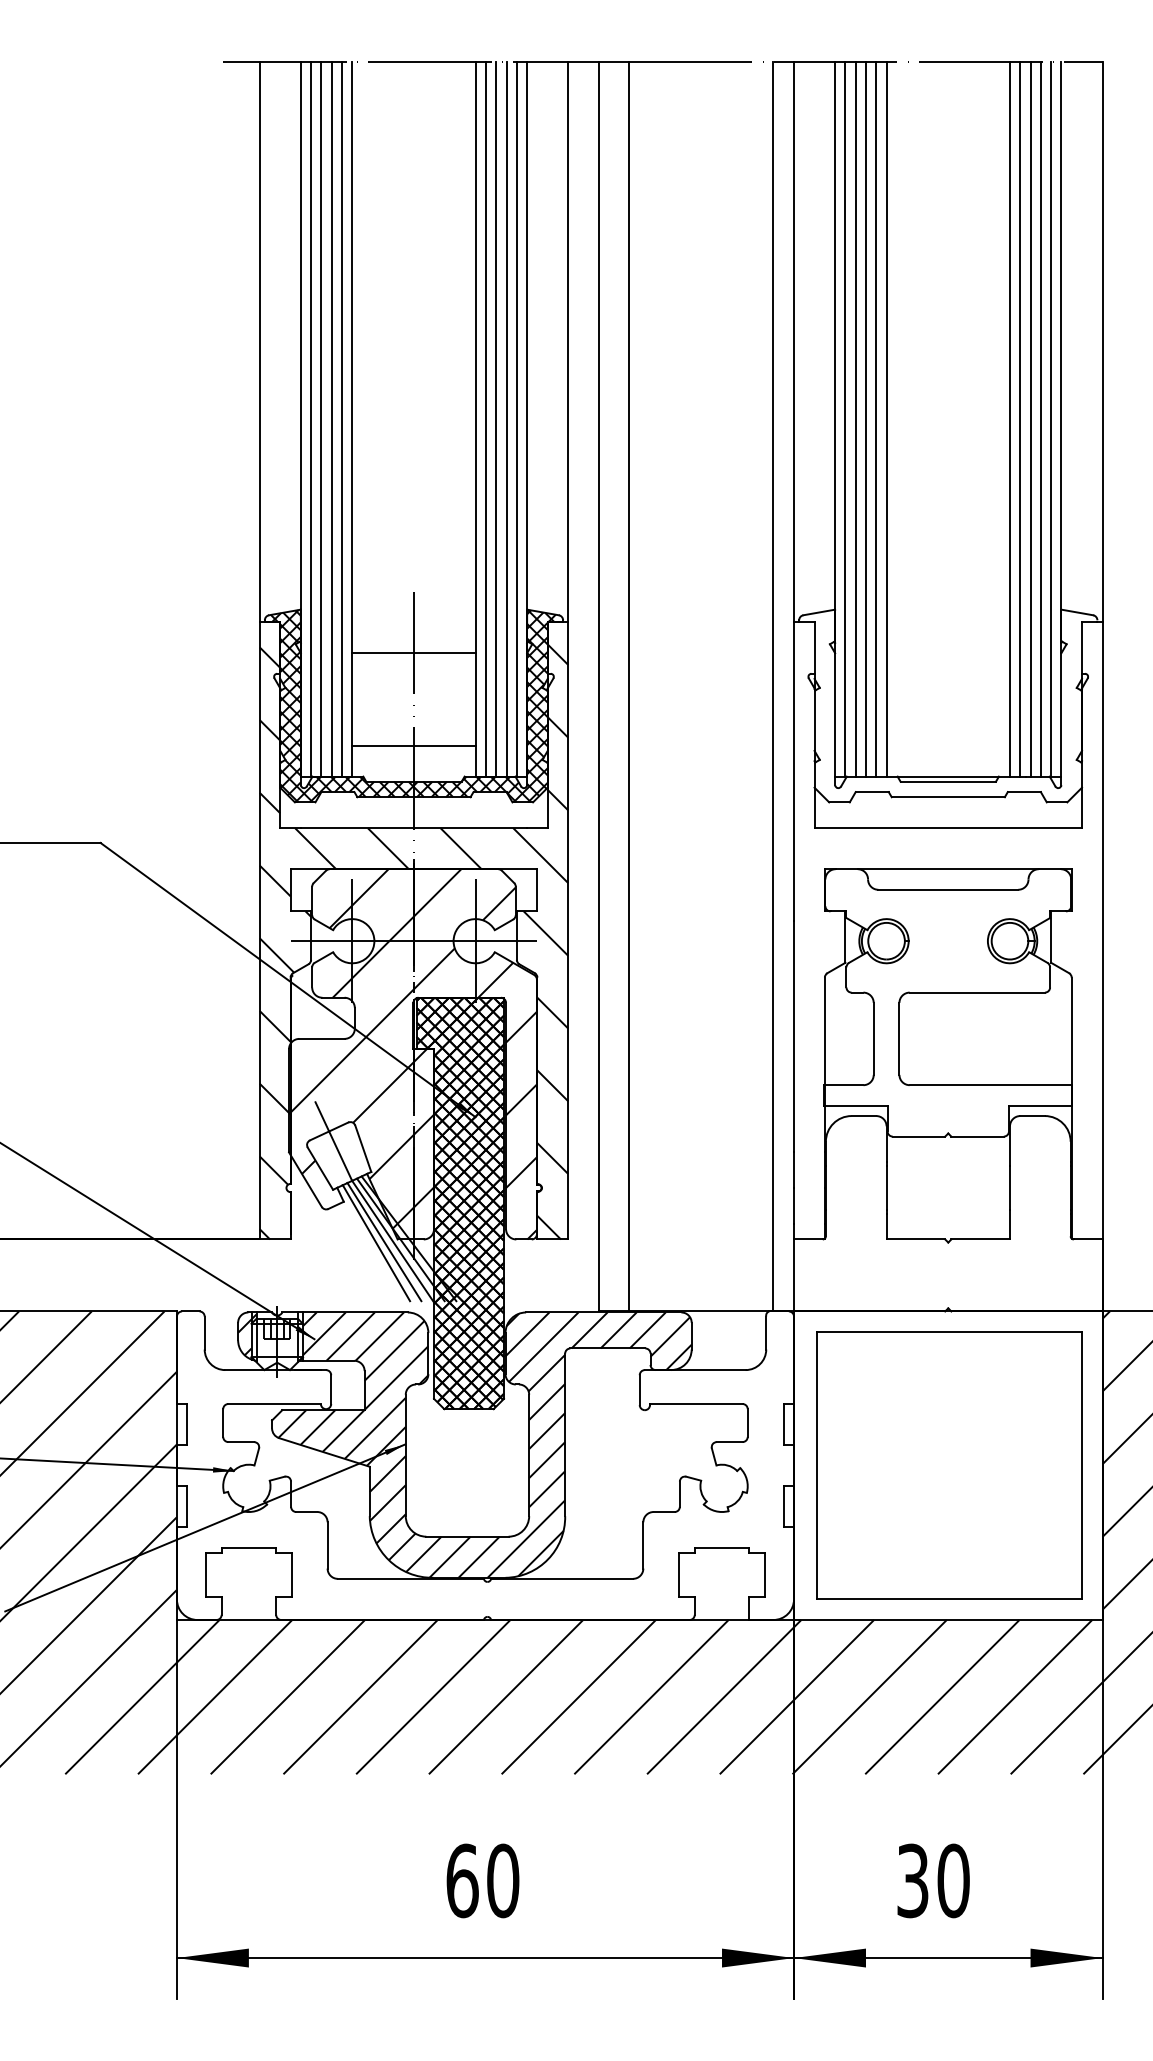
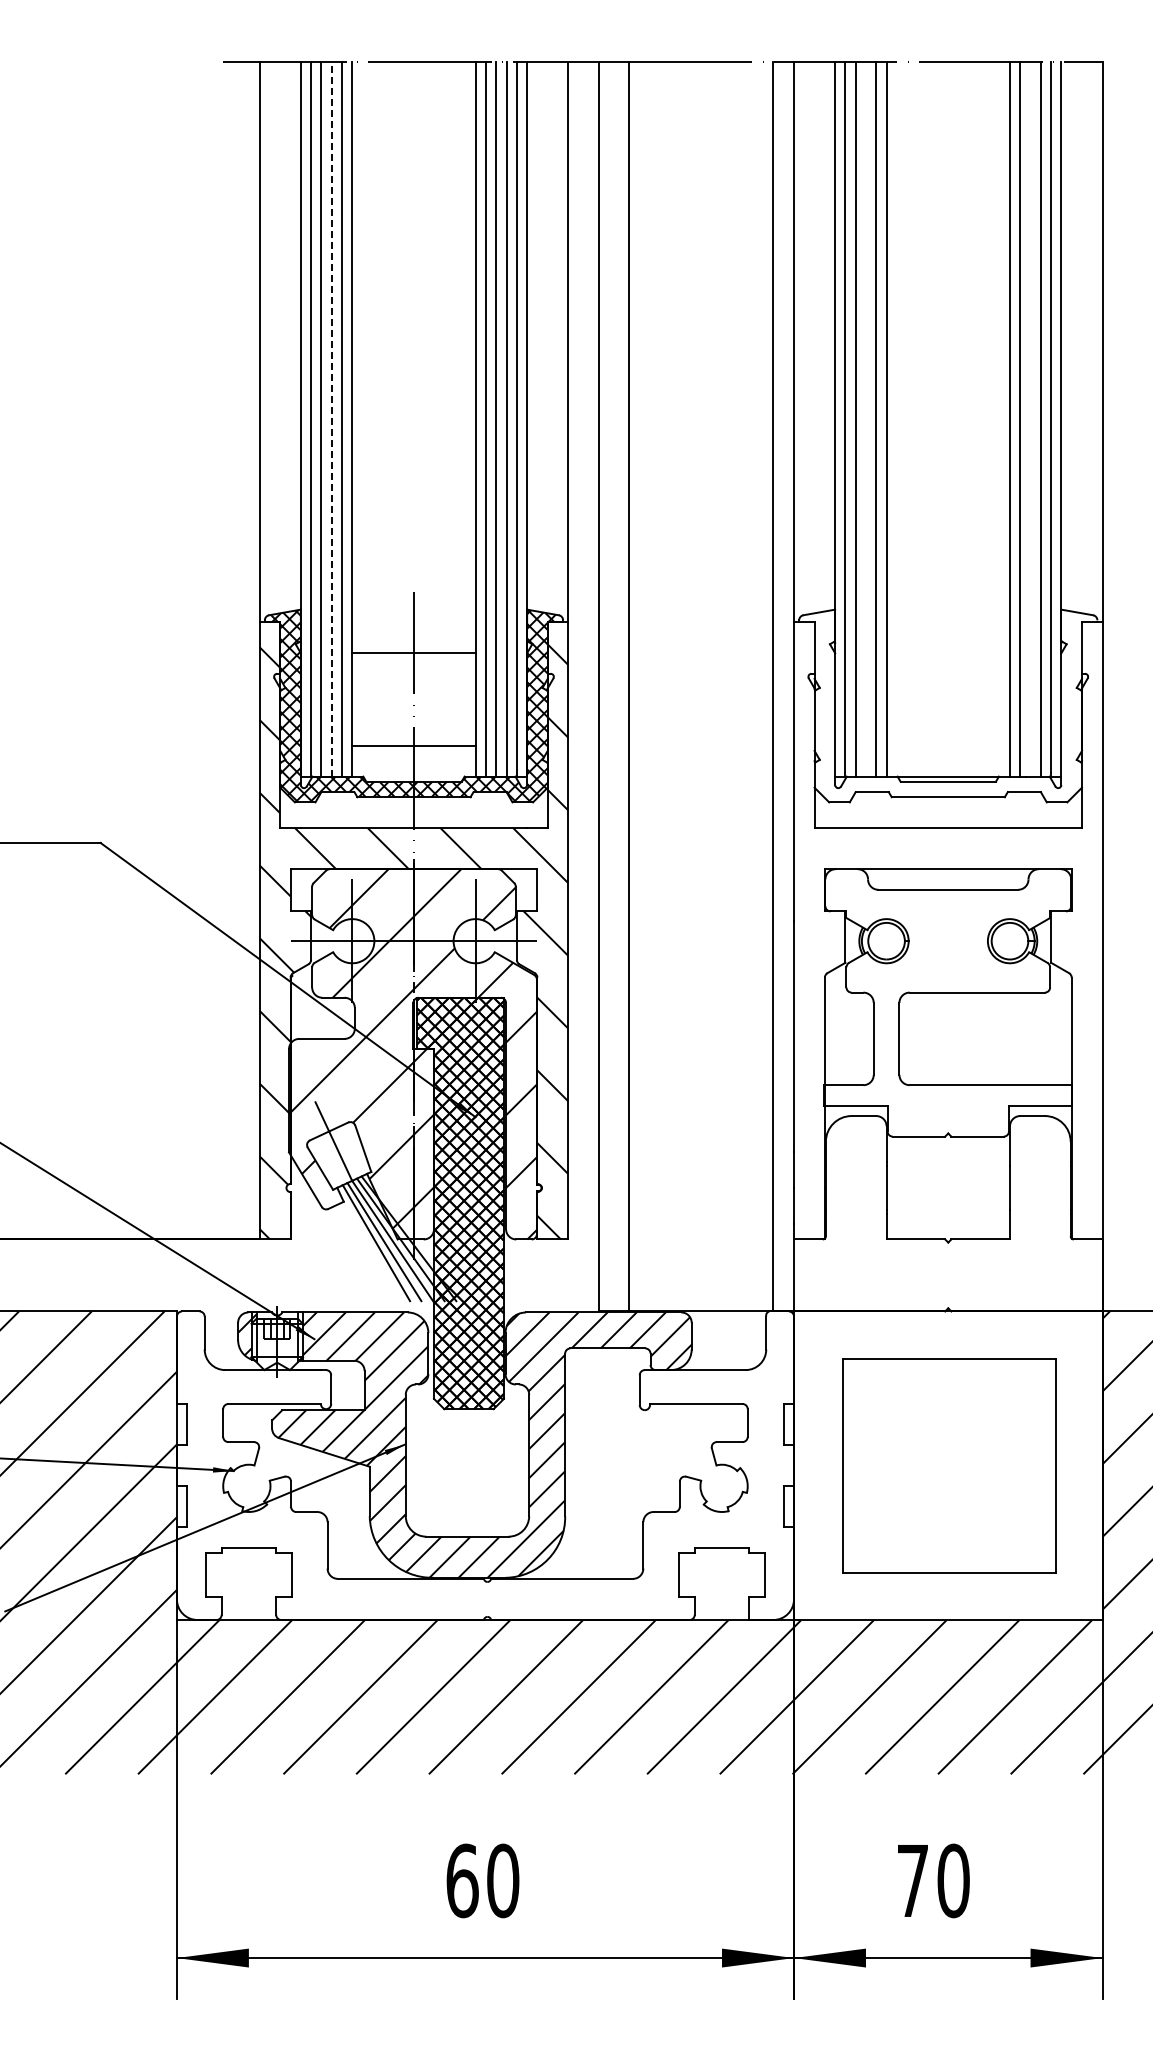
line at (331, 418): solid -> dashed
line at (866, 418): present -> none
line at (1030, 418): present -> none
part at (949, 1465) size: 267x269 px -> 215x216 px
text at (912, 1880): 30 -> 70
